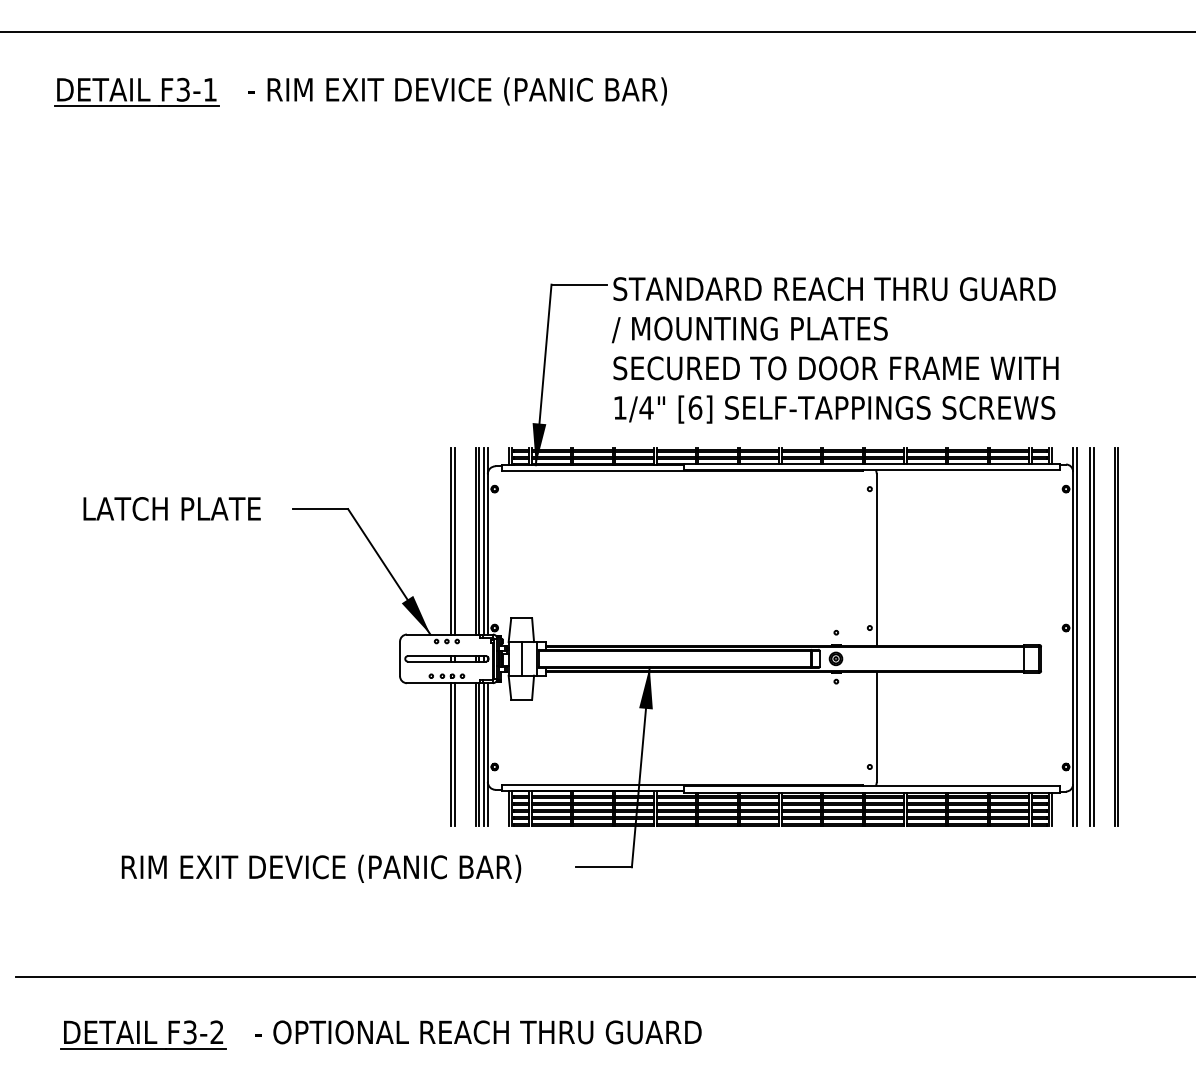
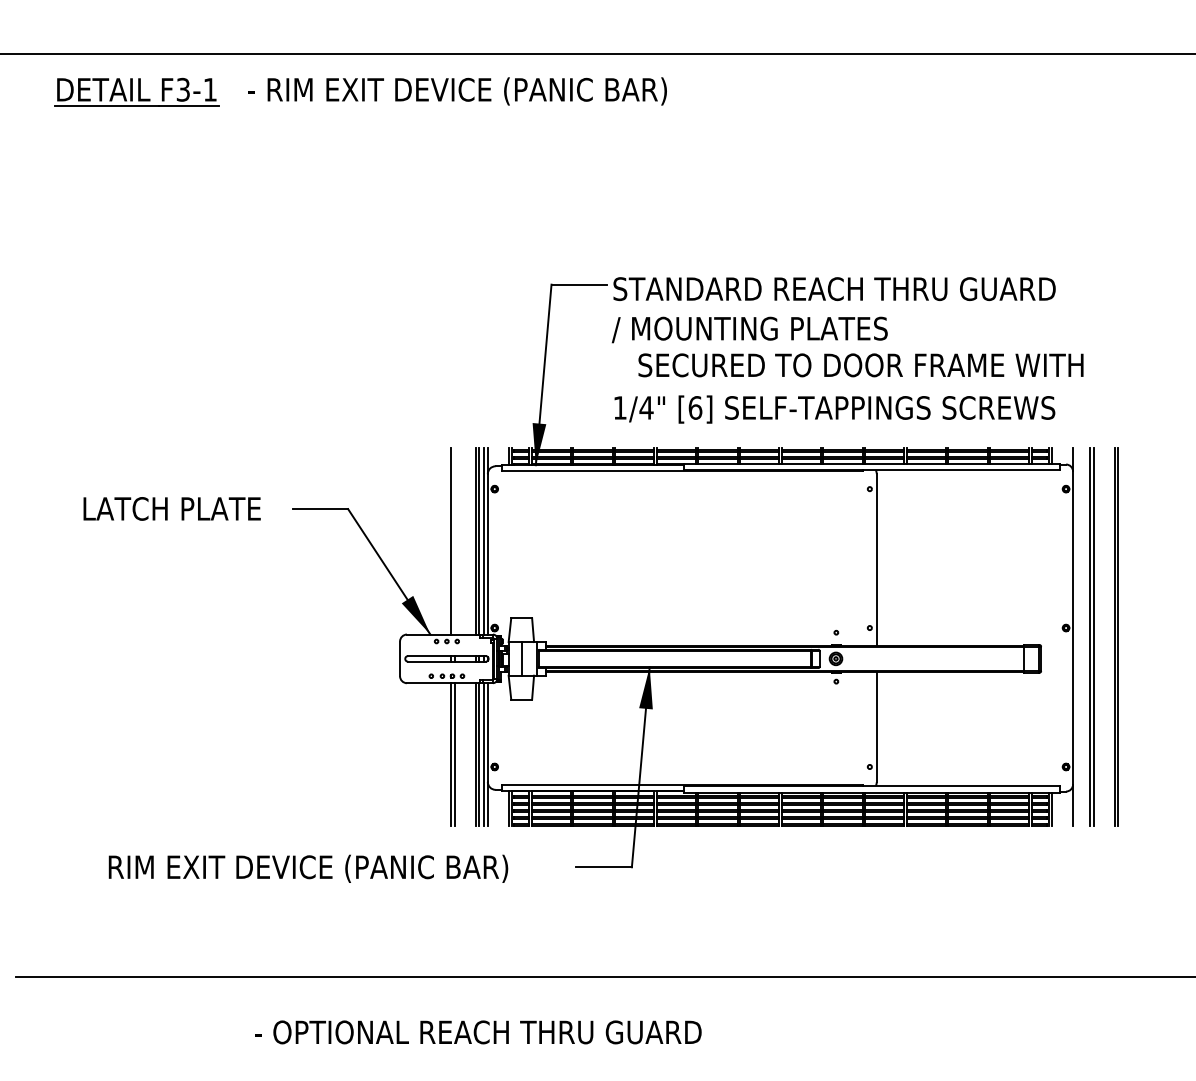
line at (597, 32) position: (597, 32) -> (597, 54)
text at (835, 368) position: (835, 368) -> (860, 365)
line at (454, 541): present -> none
line at (1076, 637): present -> none
text at (321, 868) position: (321, 868) -> (308, 868)
part at (143, 1034): present -> none
